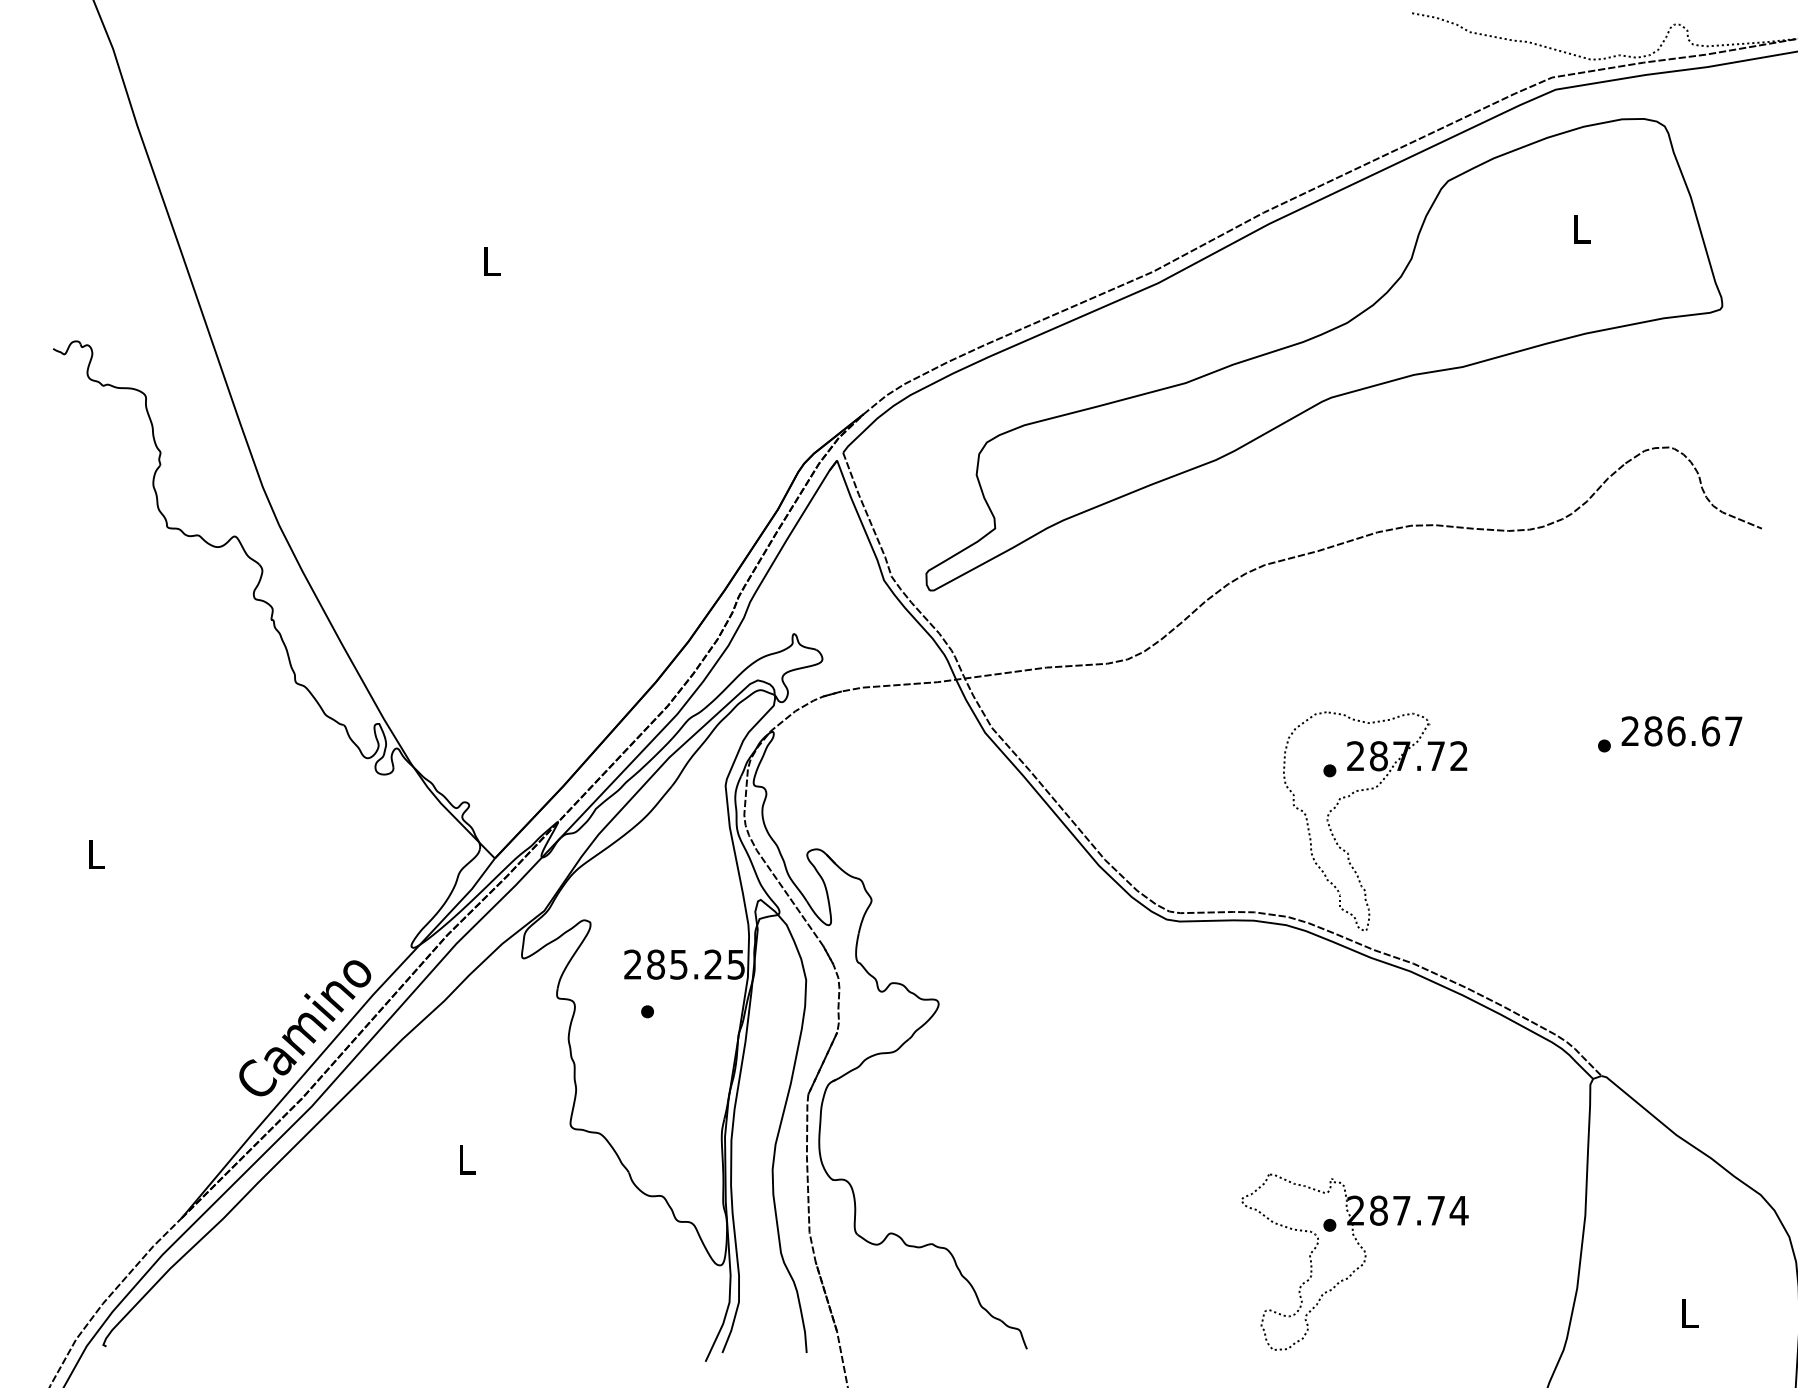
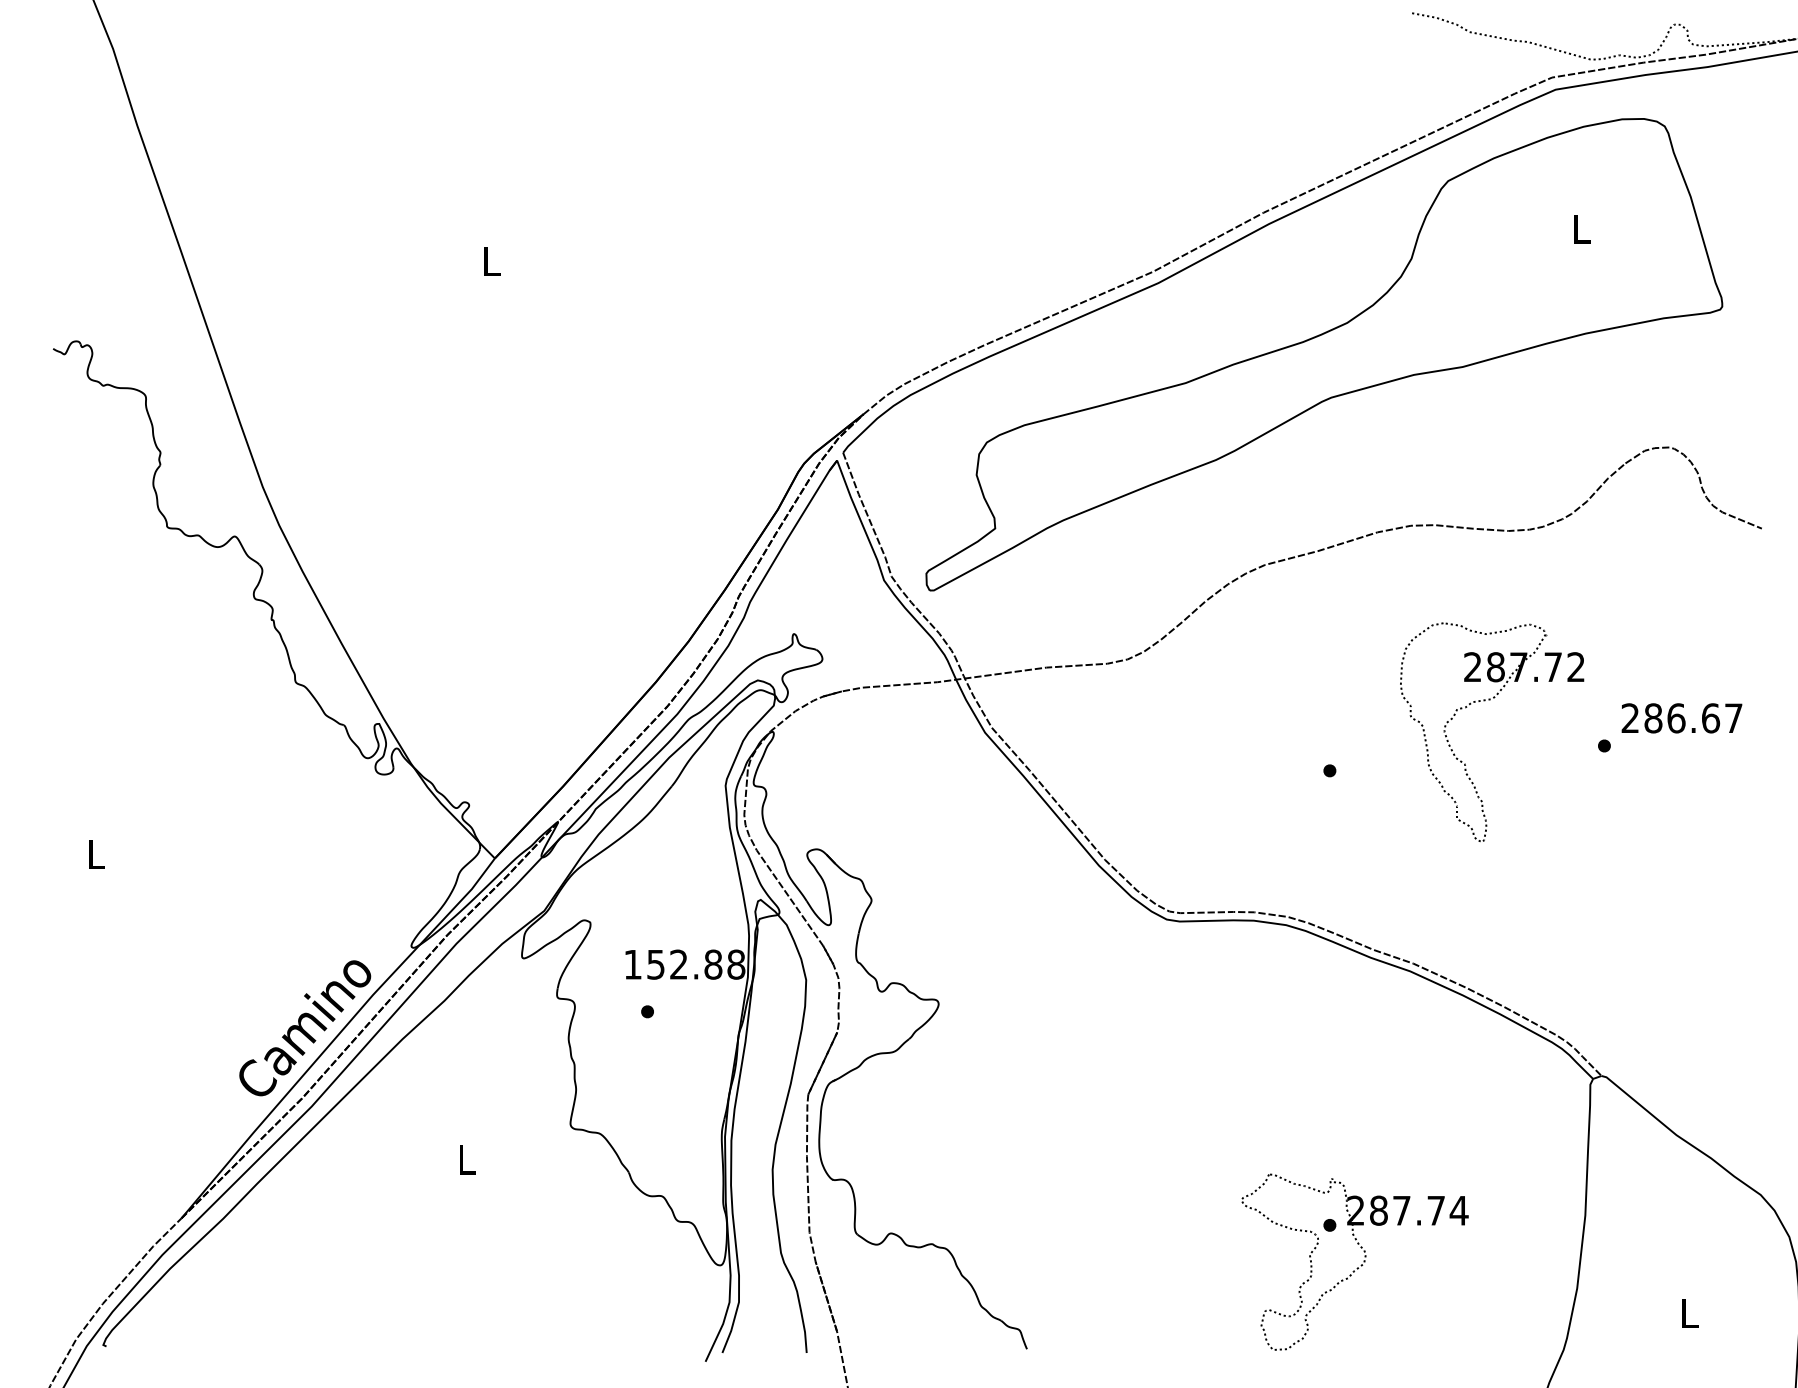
text at (1681, 731) position: (1681, 731) -> (1681, 718)
part at (1367, 790) position: (1367, 790) -> (1484, 701)
text at (684, 964): 285.25 -> 152.88
